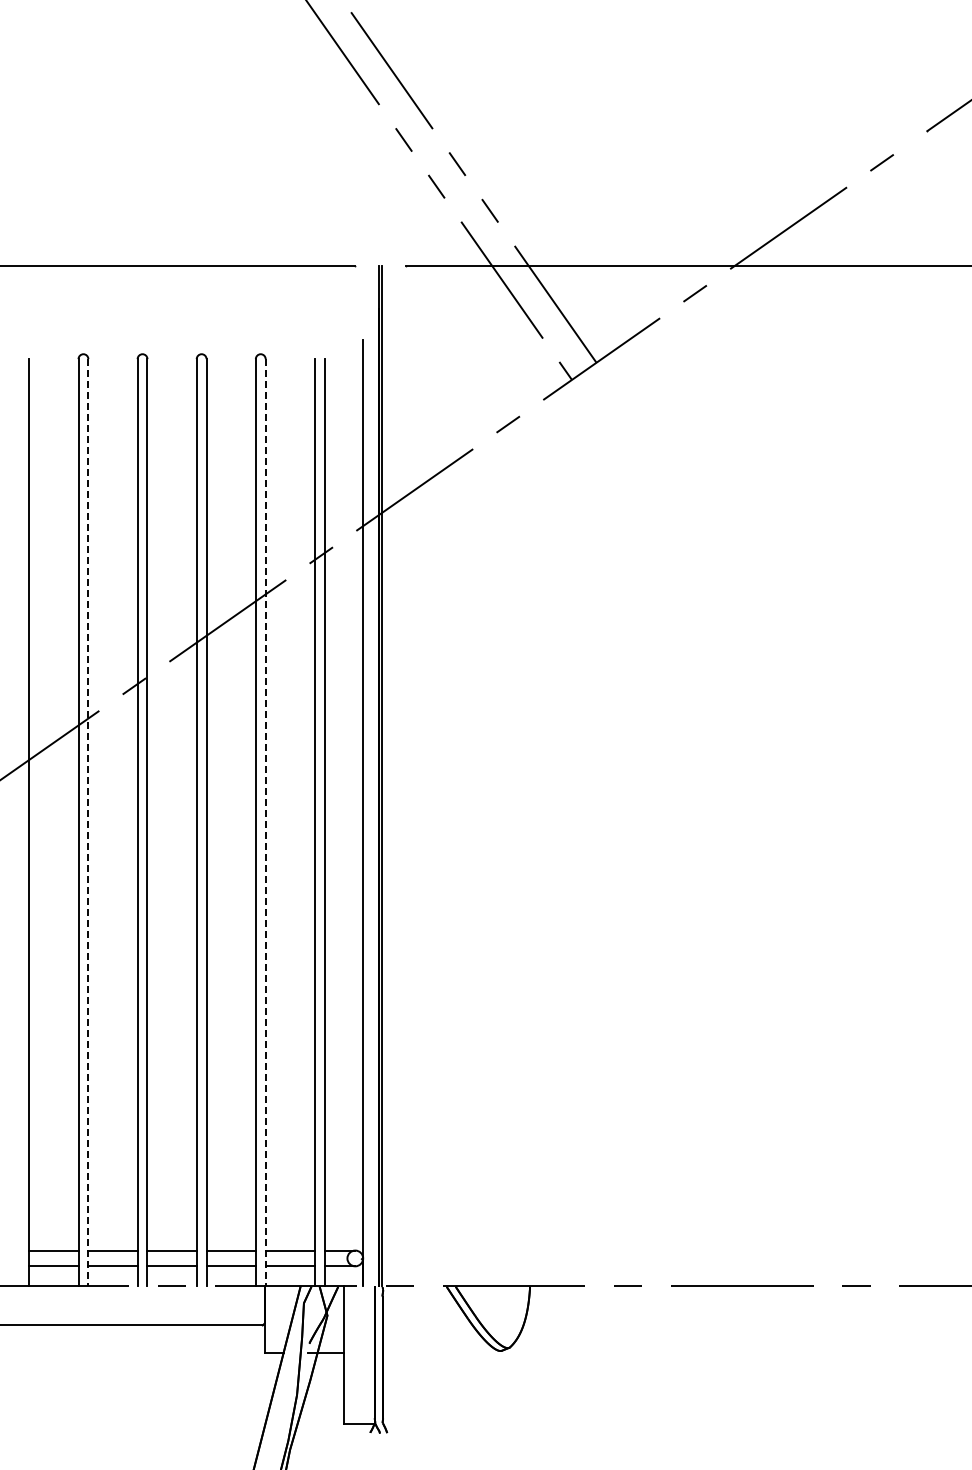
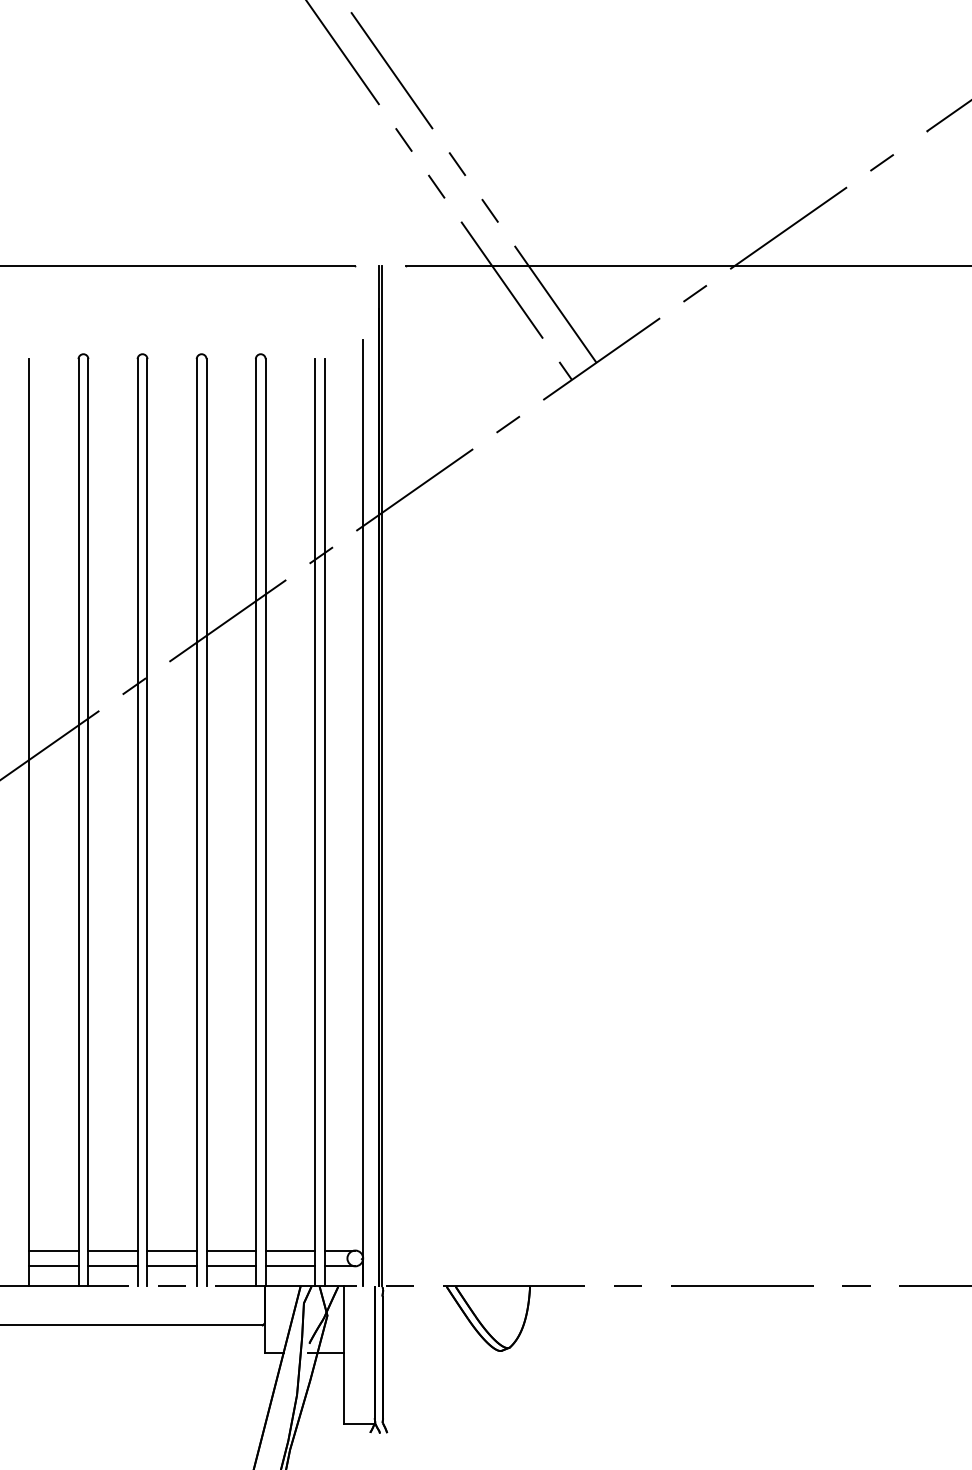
line at (88, 823): dashed -> solid
line at (265, 823): dashed -> solid
